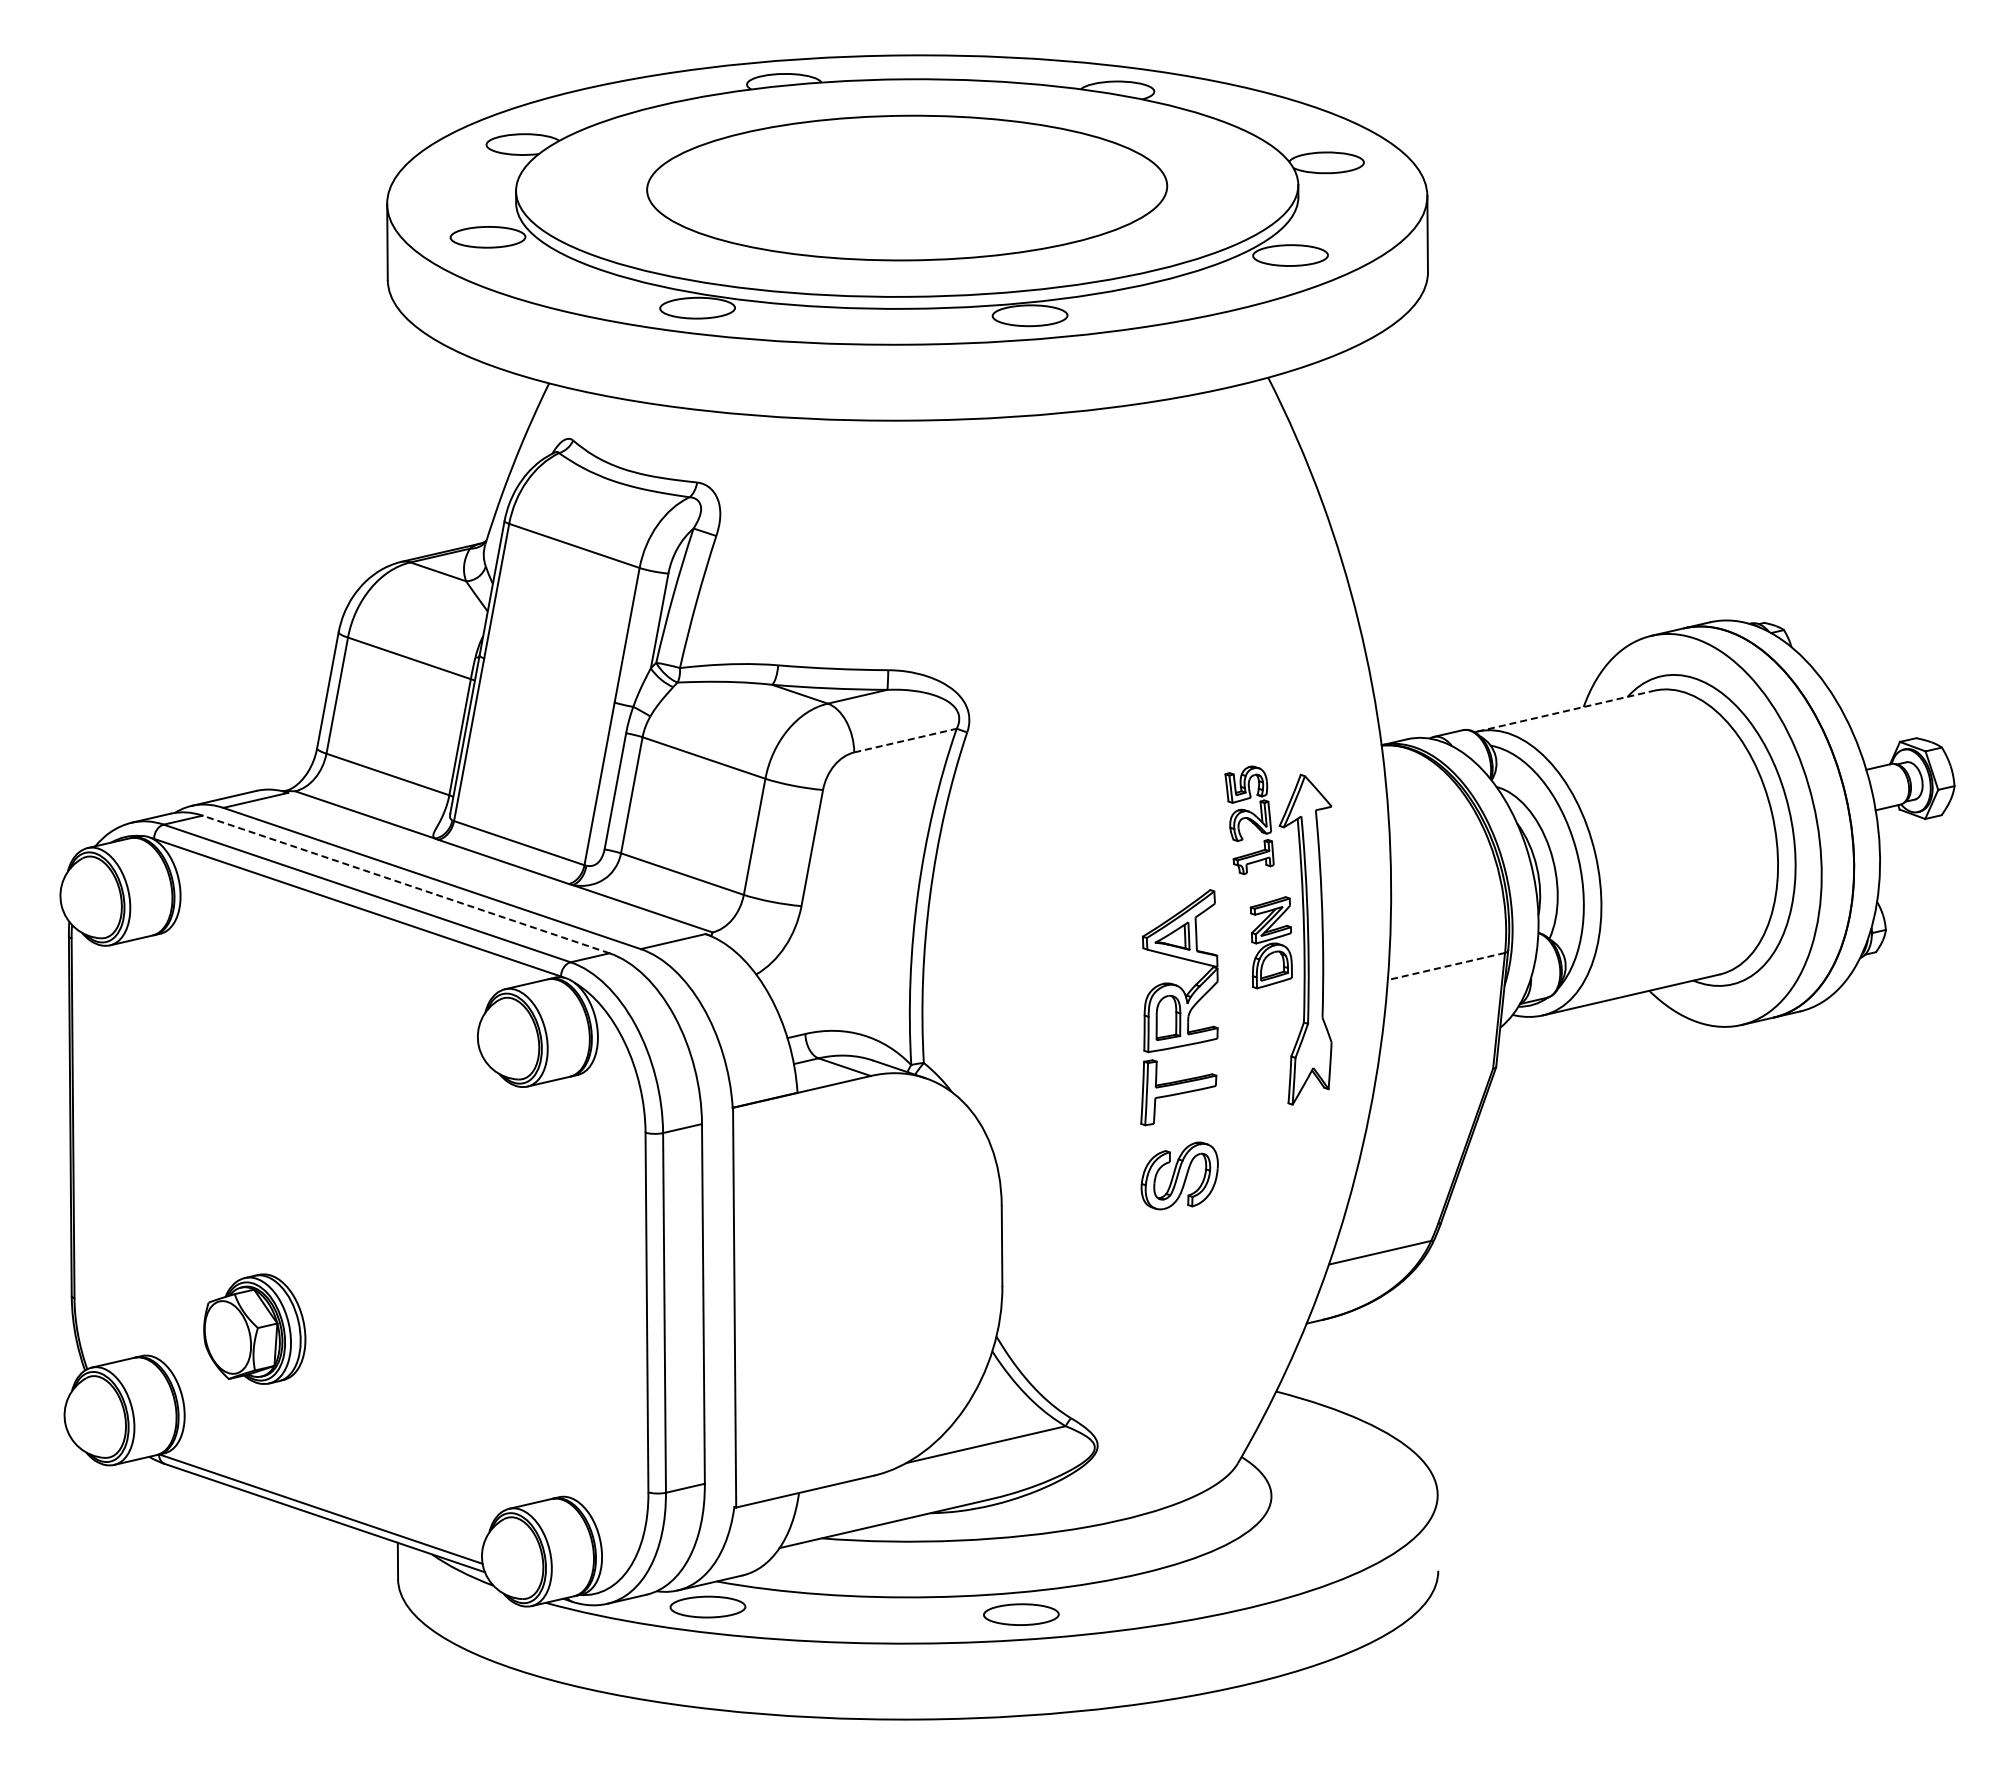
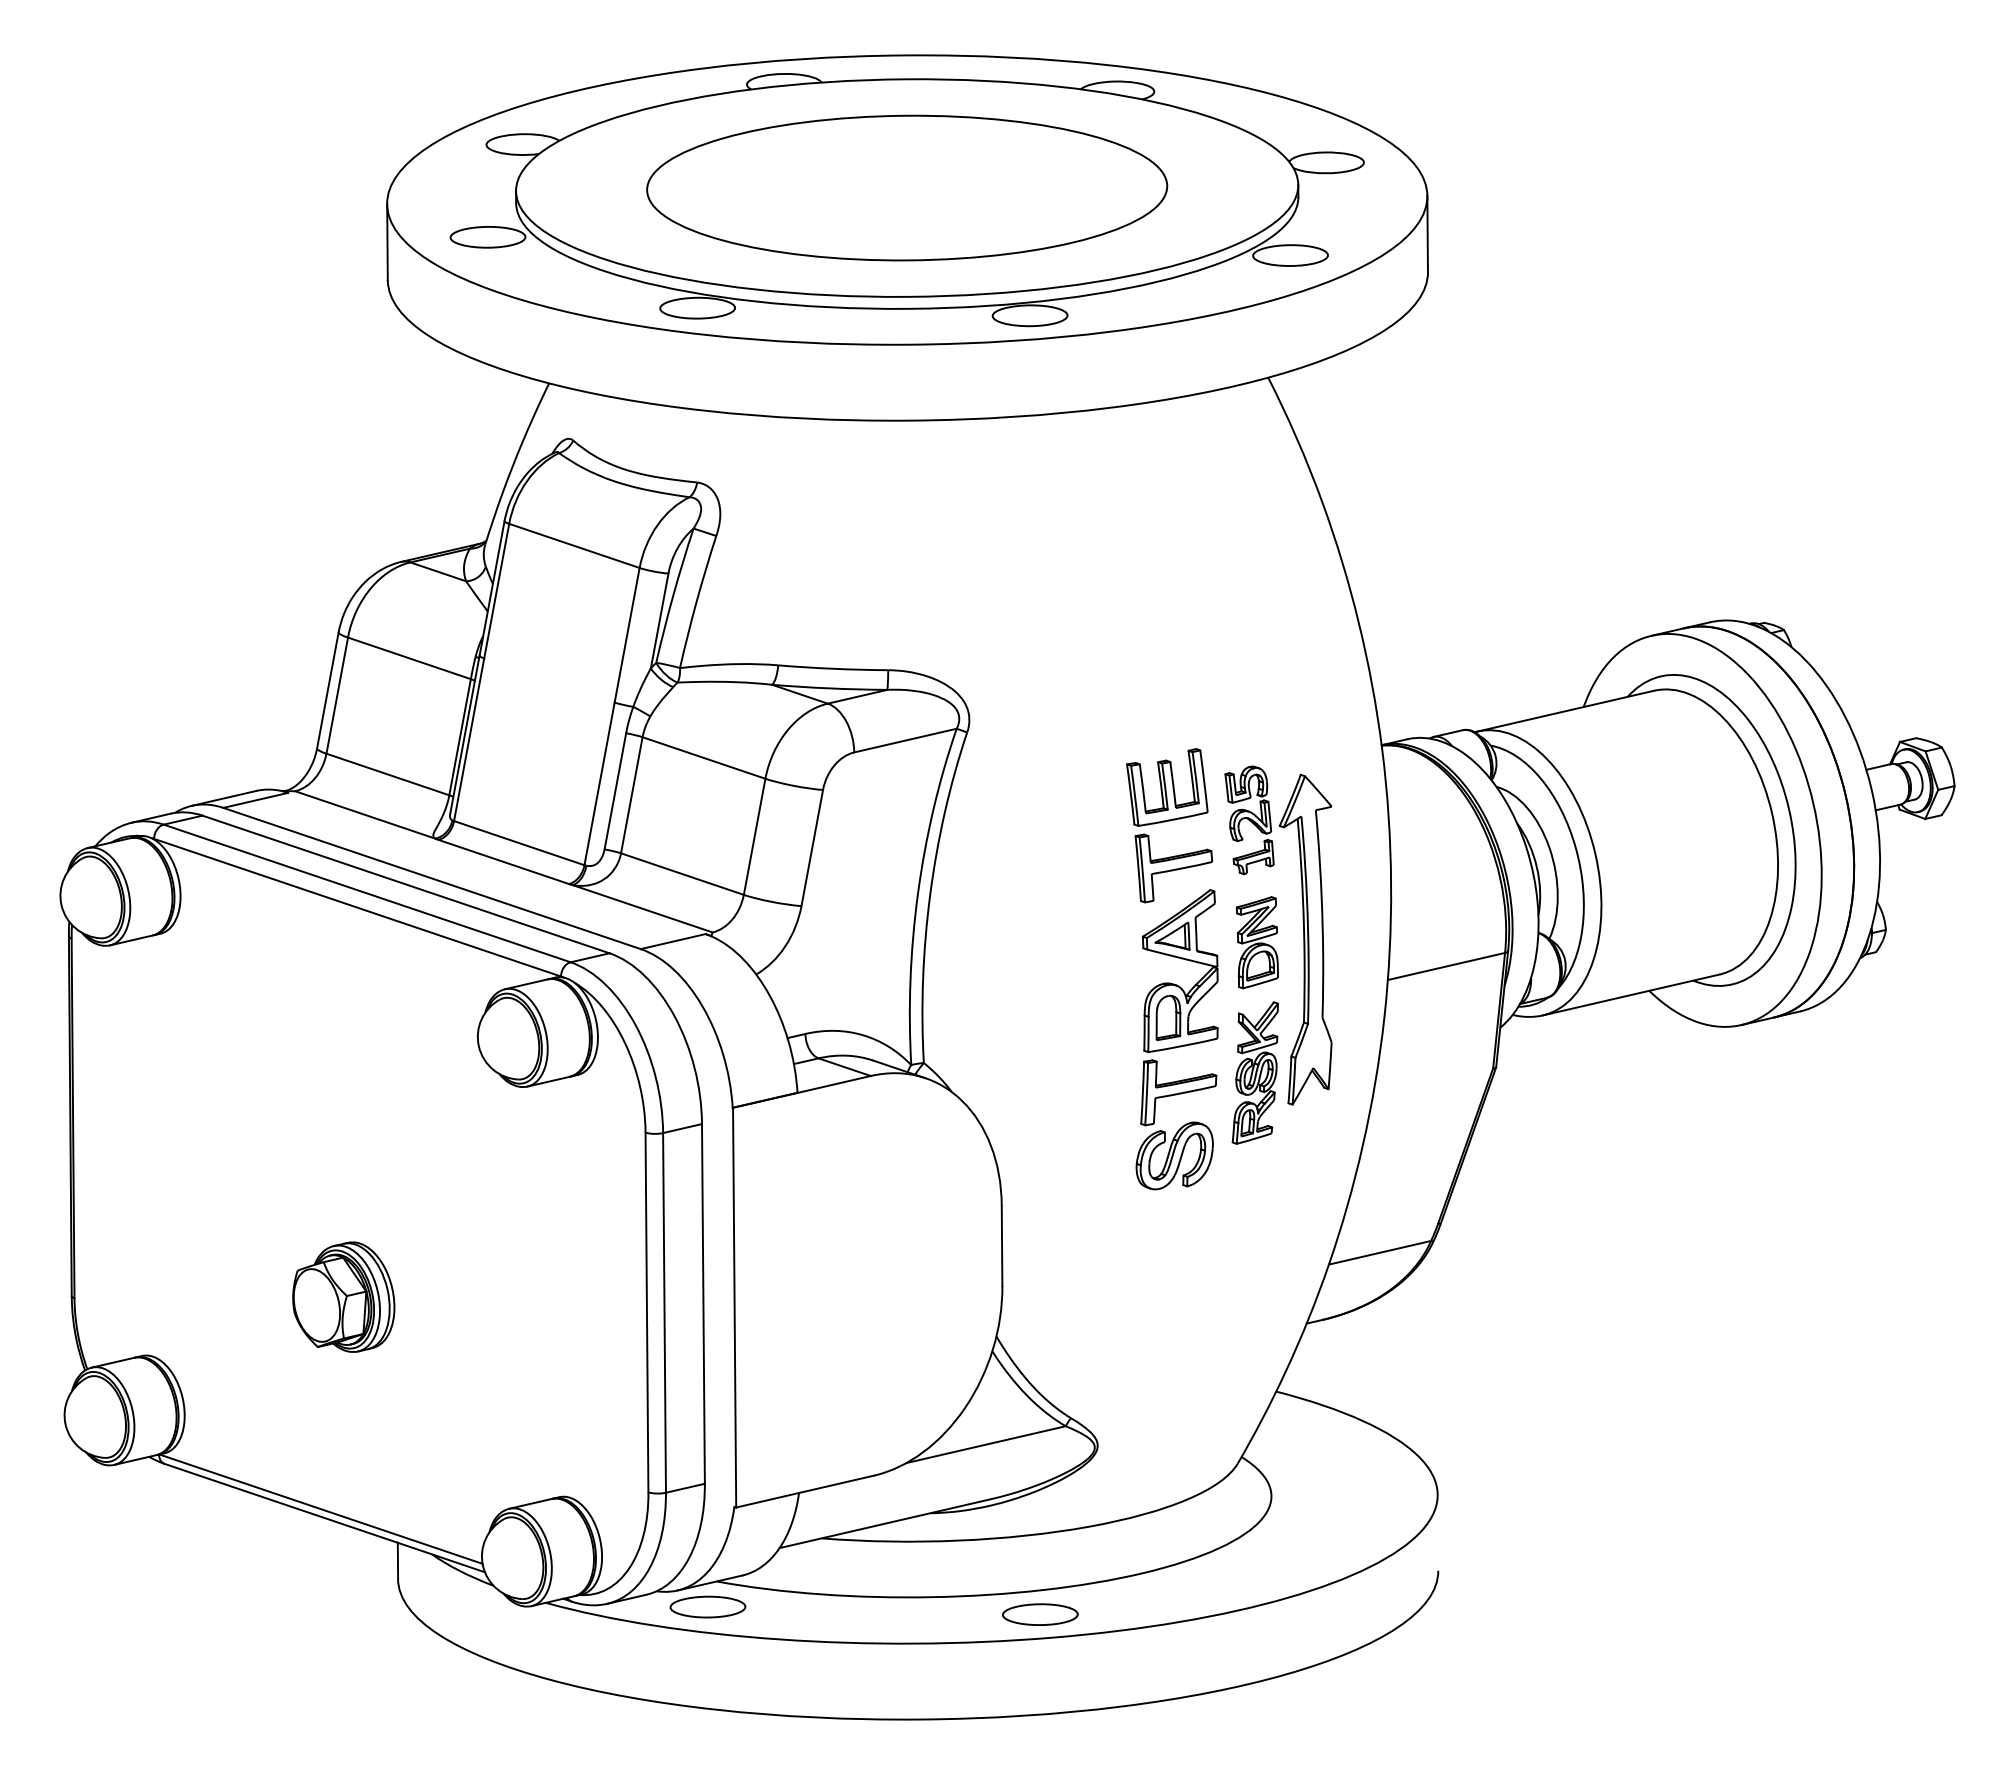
line at (1565, 711): dashed -> solid
line at (905, 740): dashed -> solid
part at (1169, 825): none -> present
line at (406, 884): dashed -> solid
part at (1270, 942) position: (1270, 942) -> (1256, 942)
line at (1445, 966): dashed -> solid
part at (1254, 1072): none -> present
part at (1179, 1175) position: (1179, 1175) -> (1174, 1155)
part at (254, 1328) position: (254, 1328) -> (343, 1296)
part at (1021, 1614) position: (1021, 1614) -> (1040, 1614)
